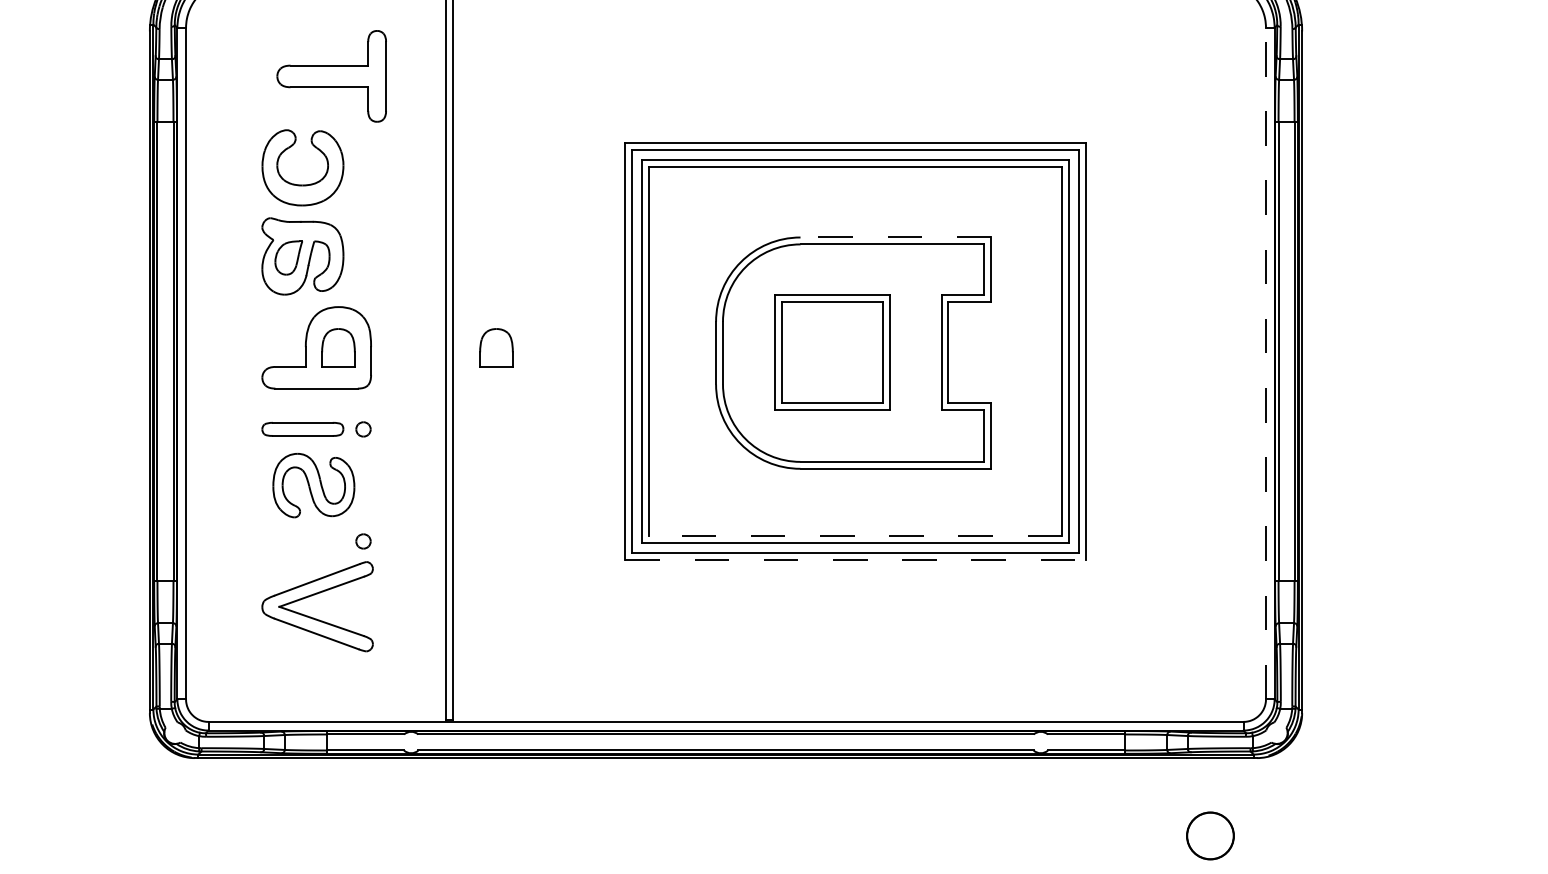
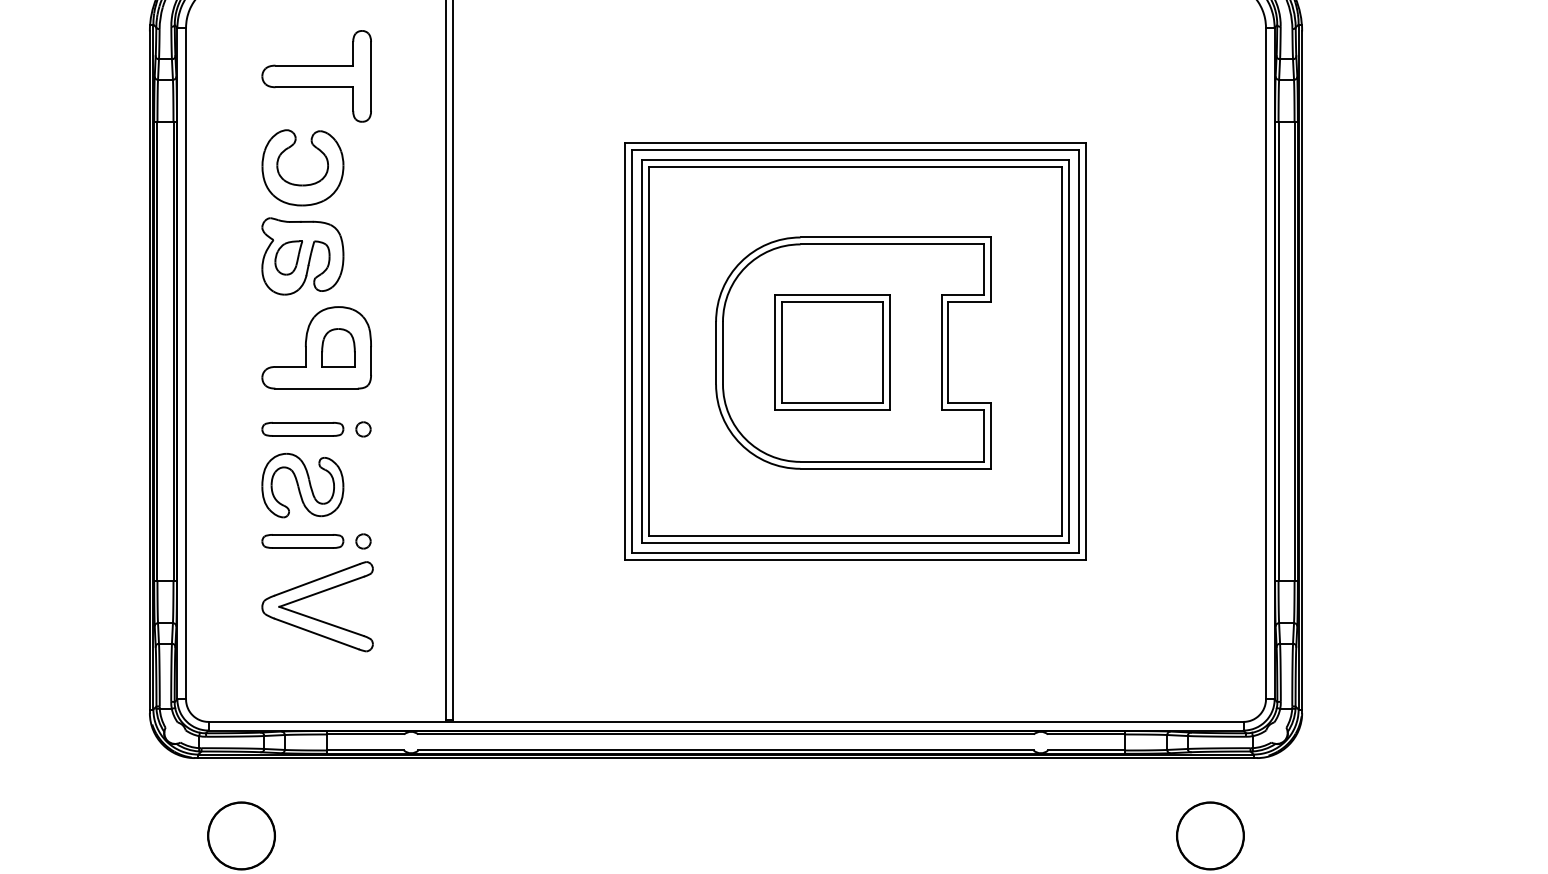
part at (331, 76) position: (331, 76) -> (316, 76)
line at (895, 237): dashed -> solid
part at (496, 347): present -> none
line at (1265, 363): dashed -> solid
part at (313, 485) position: (313, 485) -> (302, 485)
line at (855, 536): dashed -> solid
part at (302, 541): none -> present
line at (856, 559): dashed -> solid
circle at (241, 835): none -> present
circle at (1210, 835) size: 49x50 px -> 69x70 px
